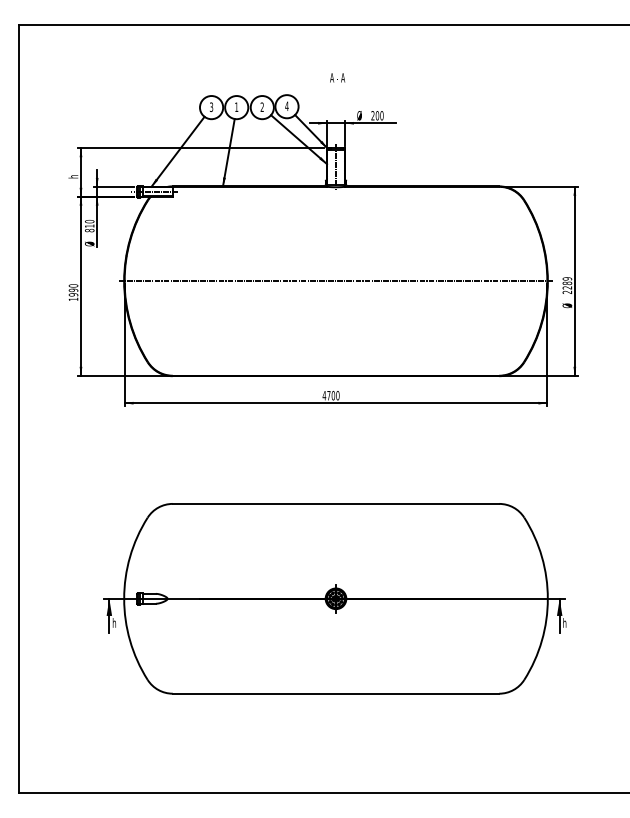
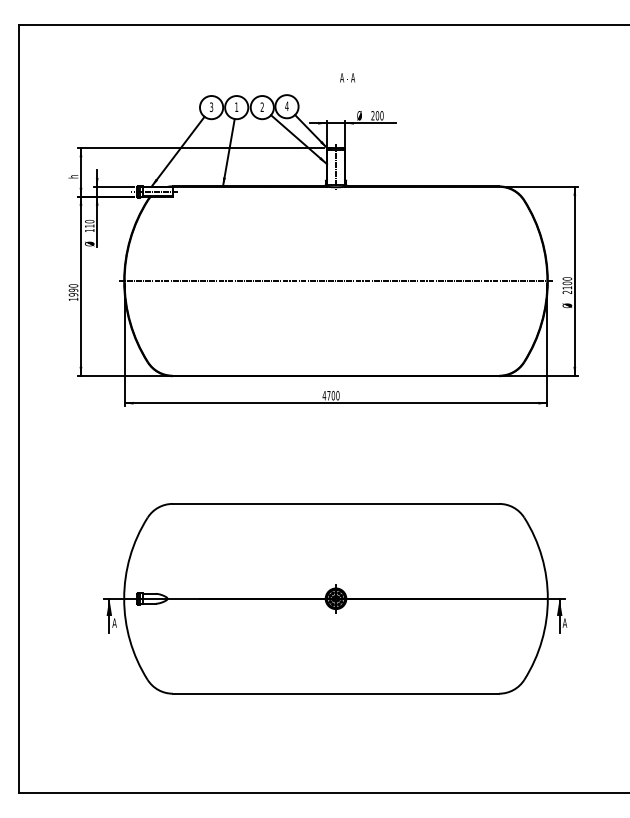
text at (337, 77) position: (337, 77) -> (347, 77)
text at (89, 230): 810 -> 110
text at (567, 283): 2289 -> 2100
text at (114, 622): h -> A
text at (564, 622): h -> A
